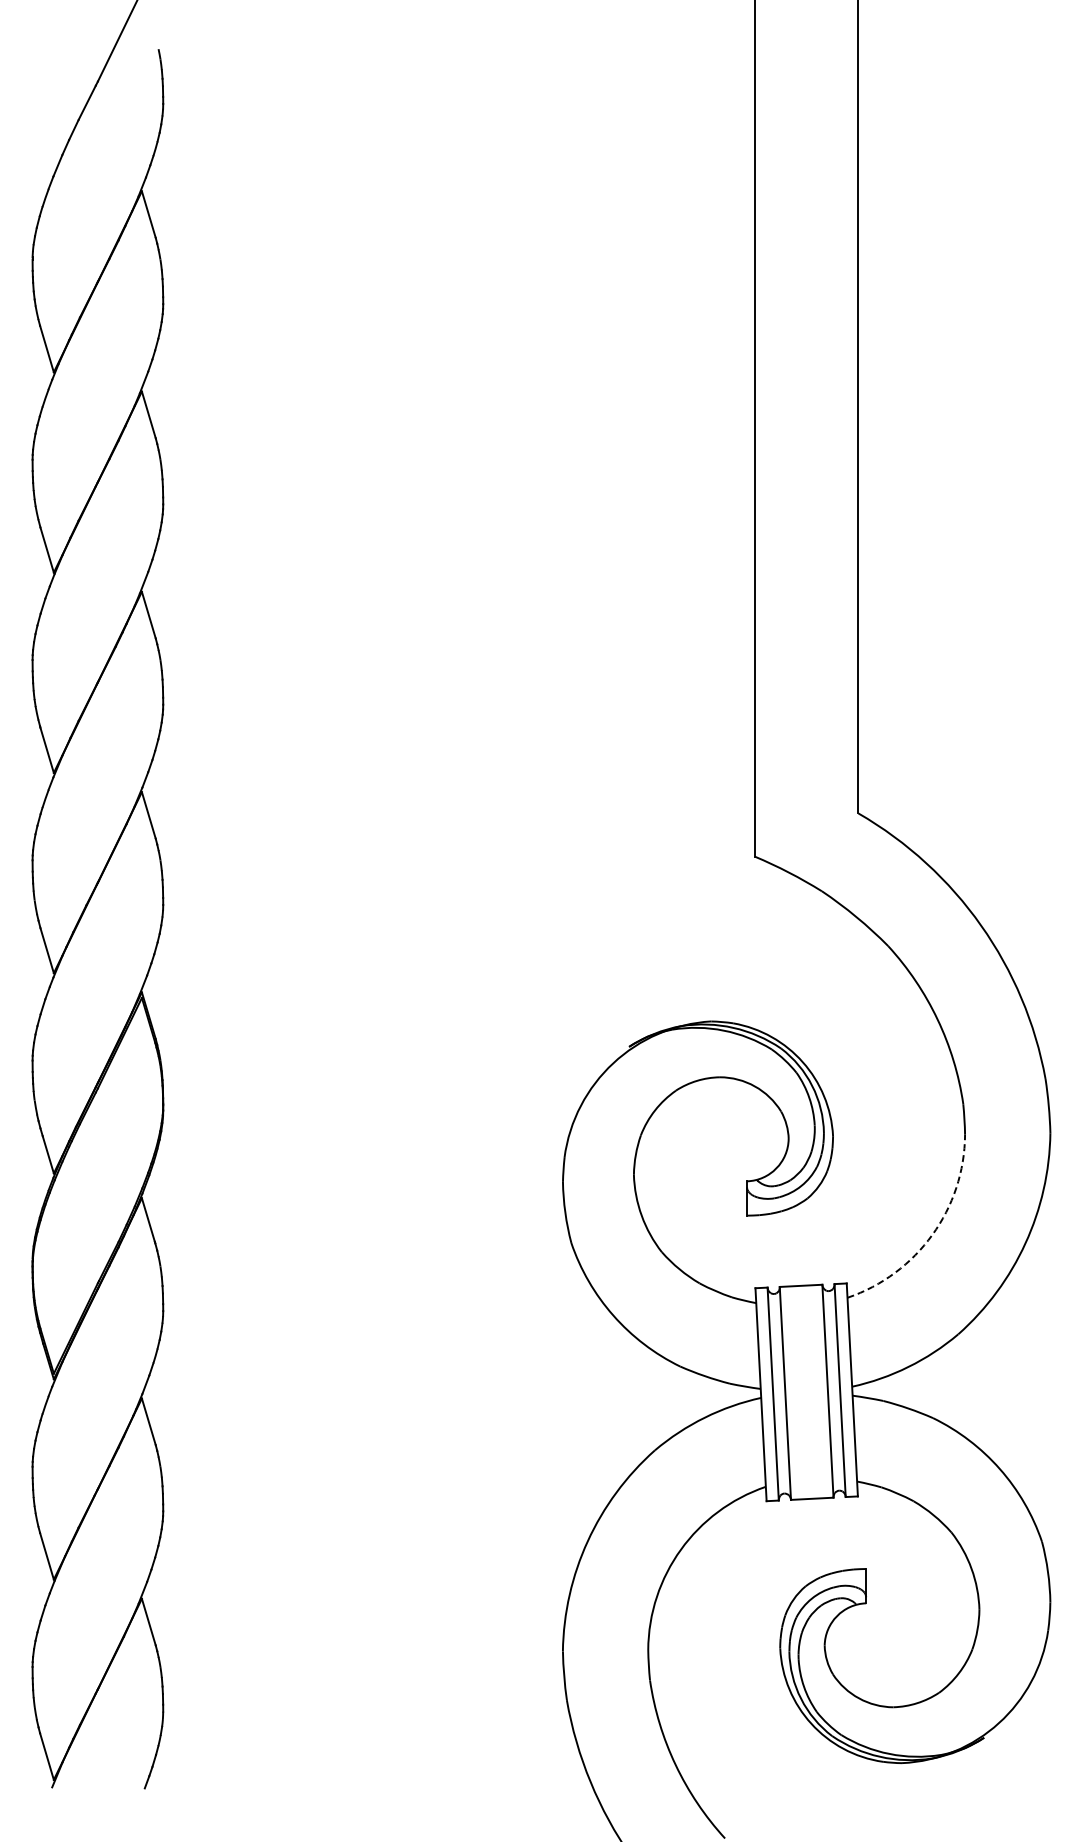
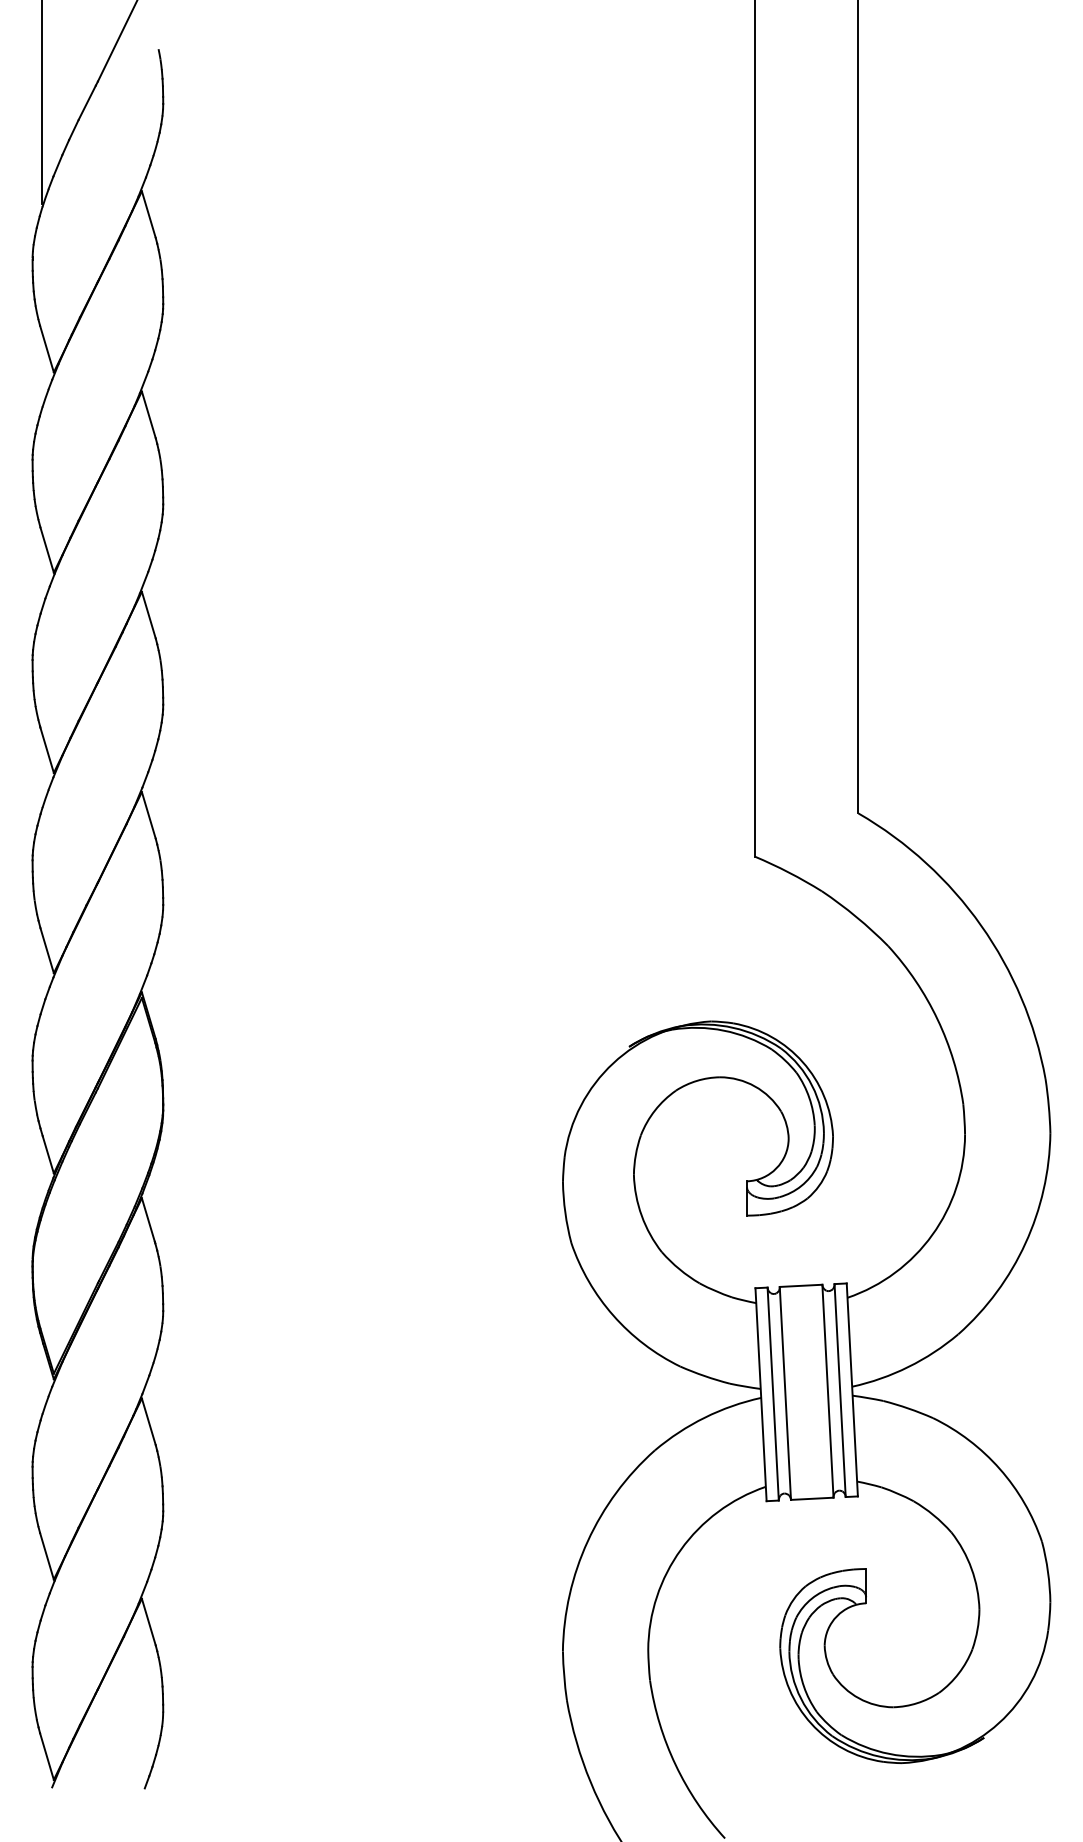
line at (41, 102): none -> present
arc at (932, 1235): dashed -> solid
